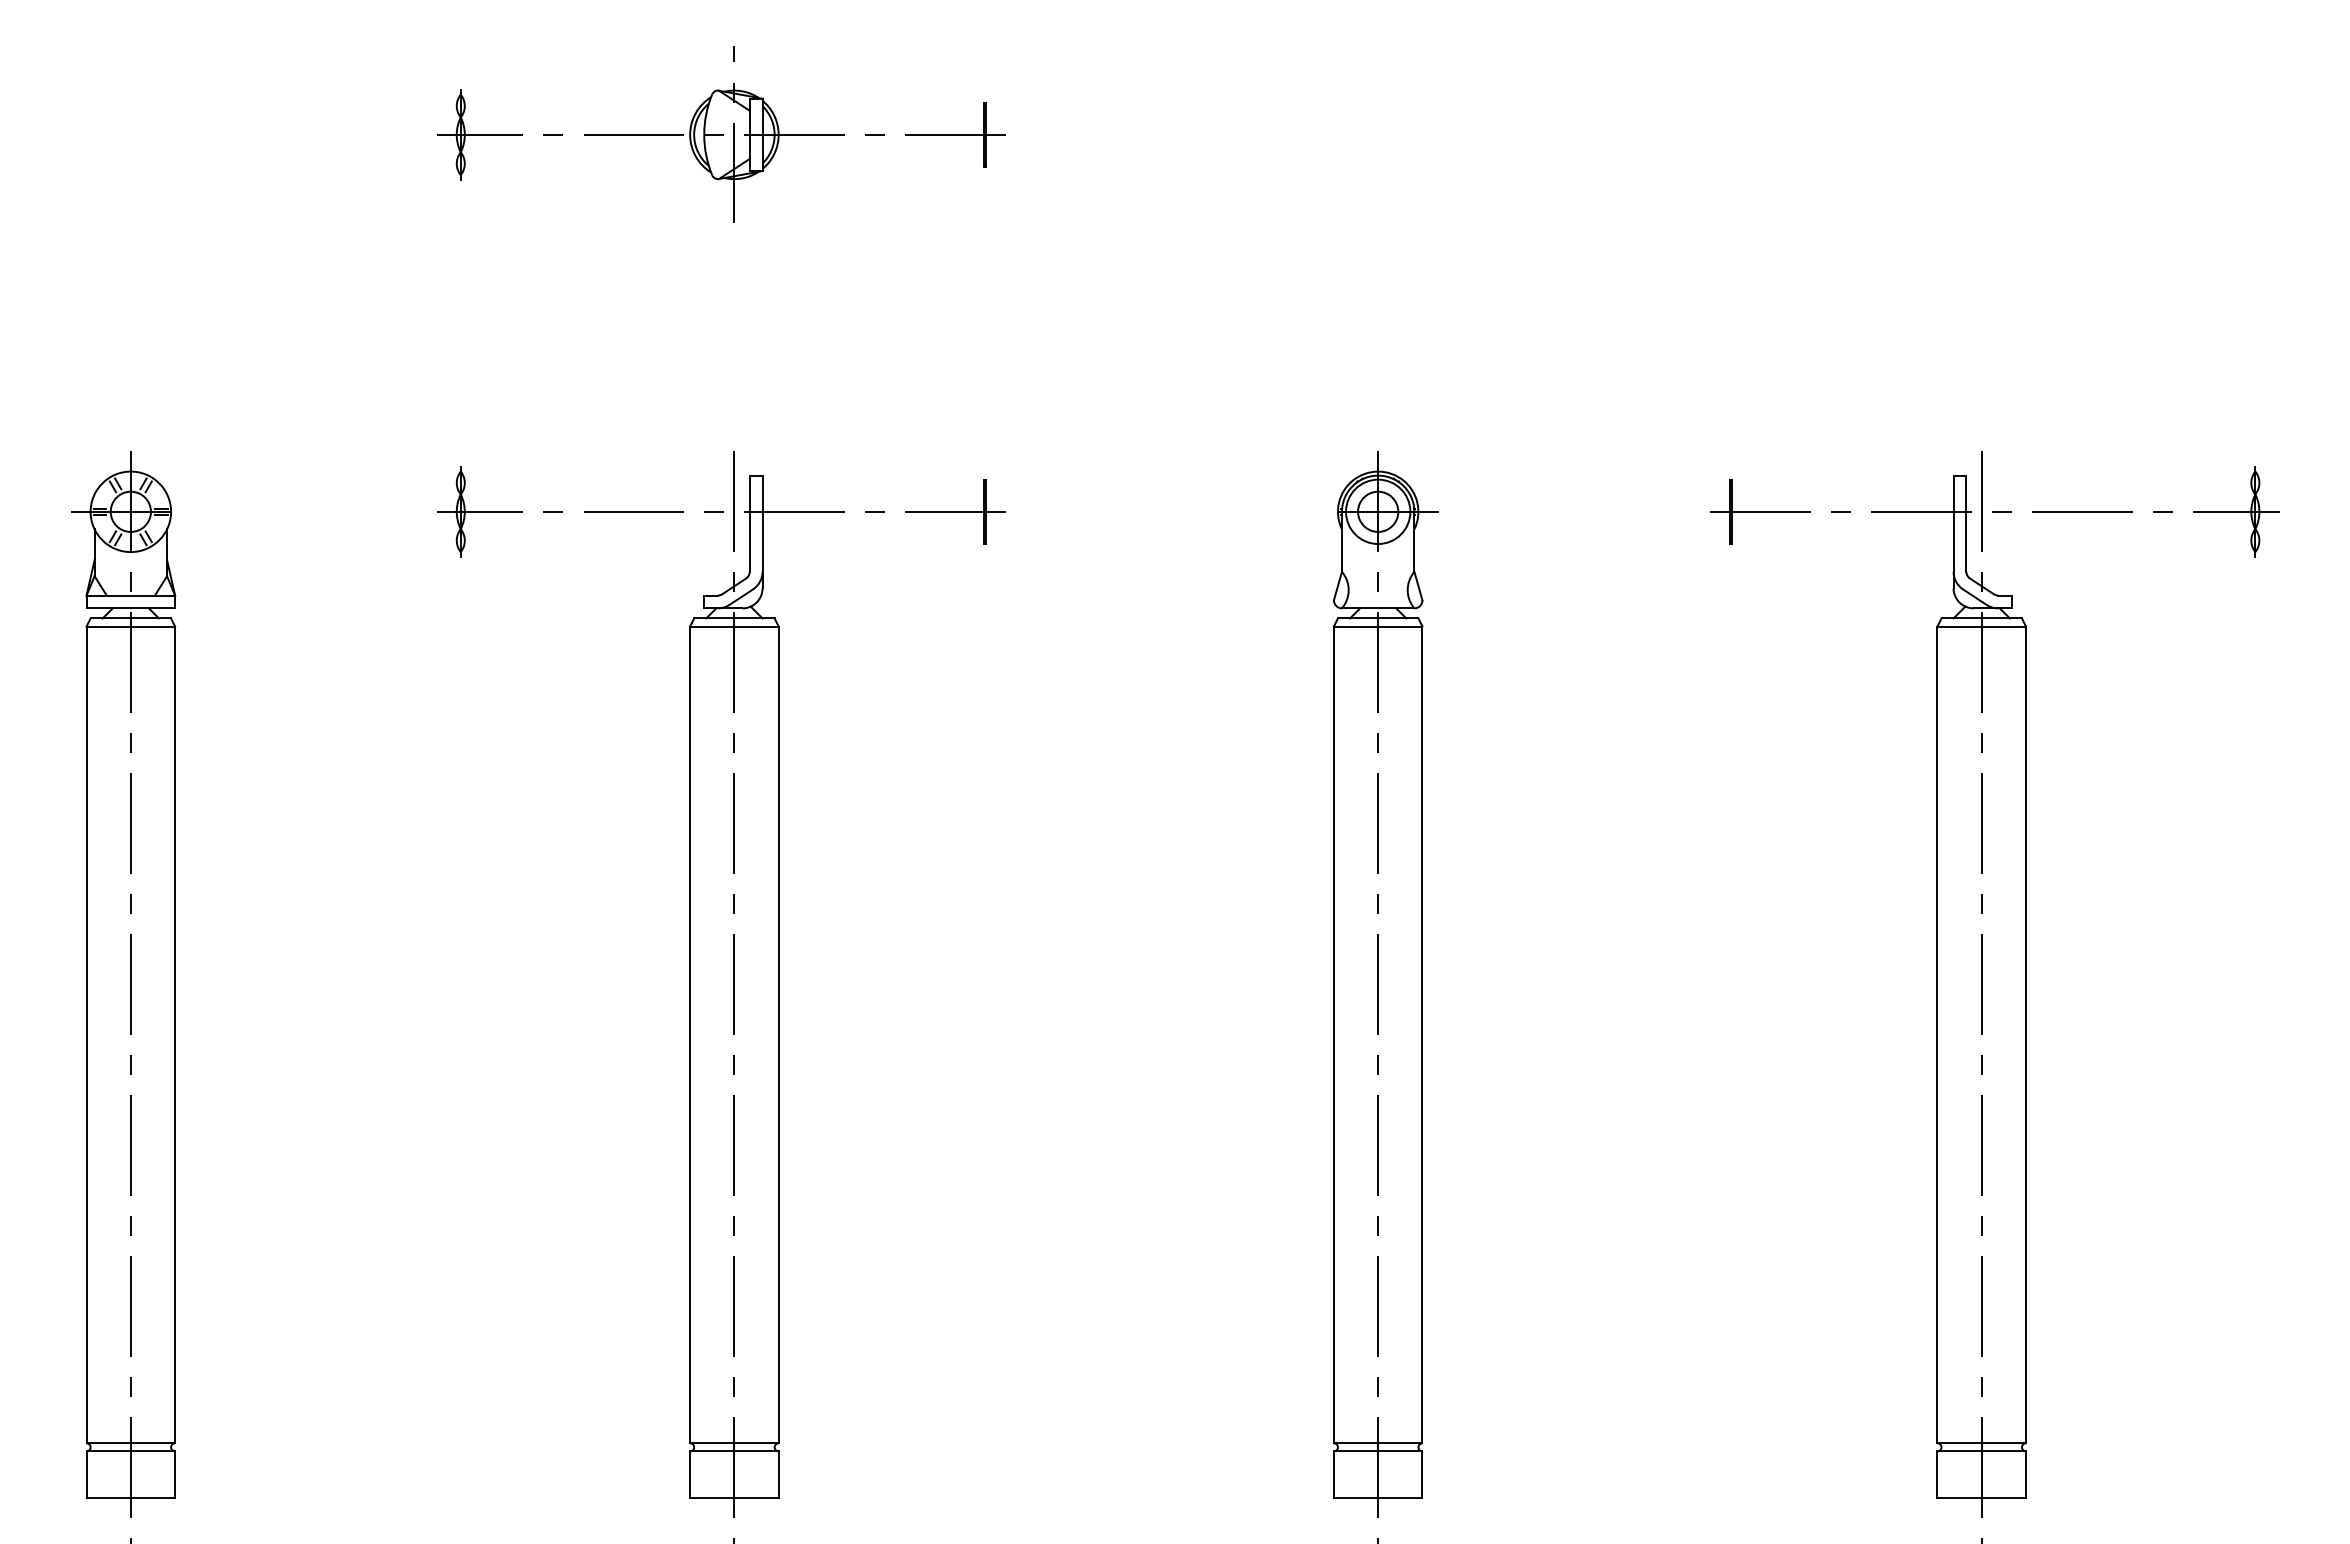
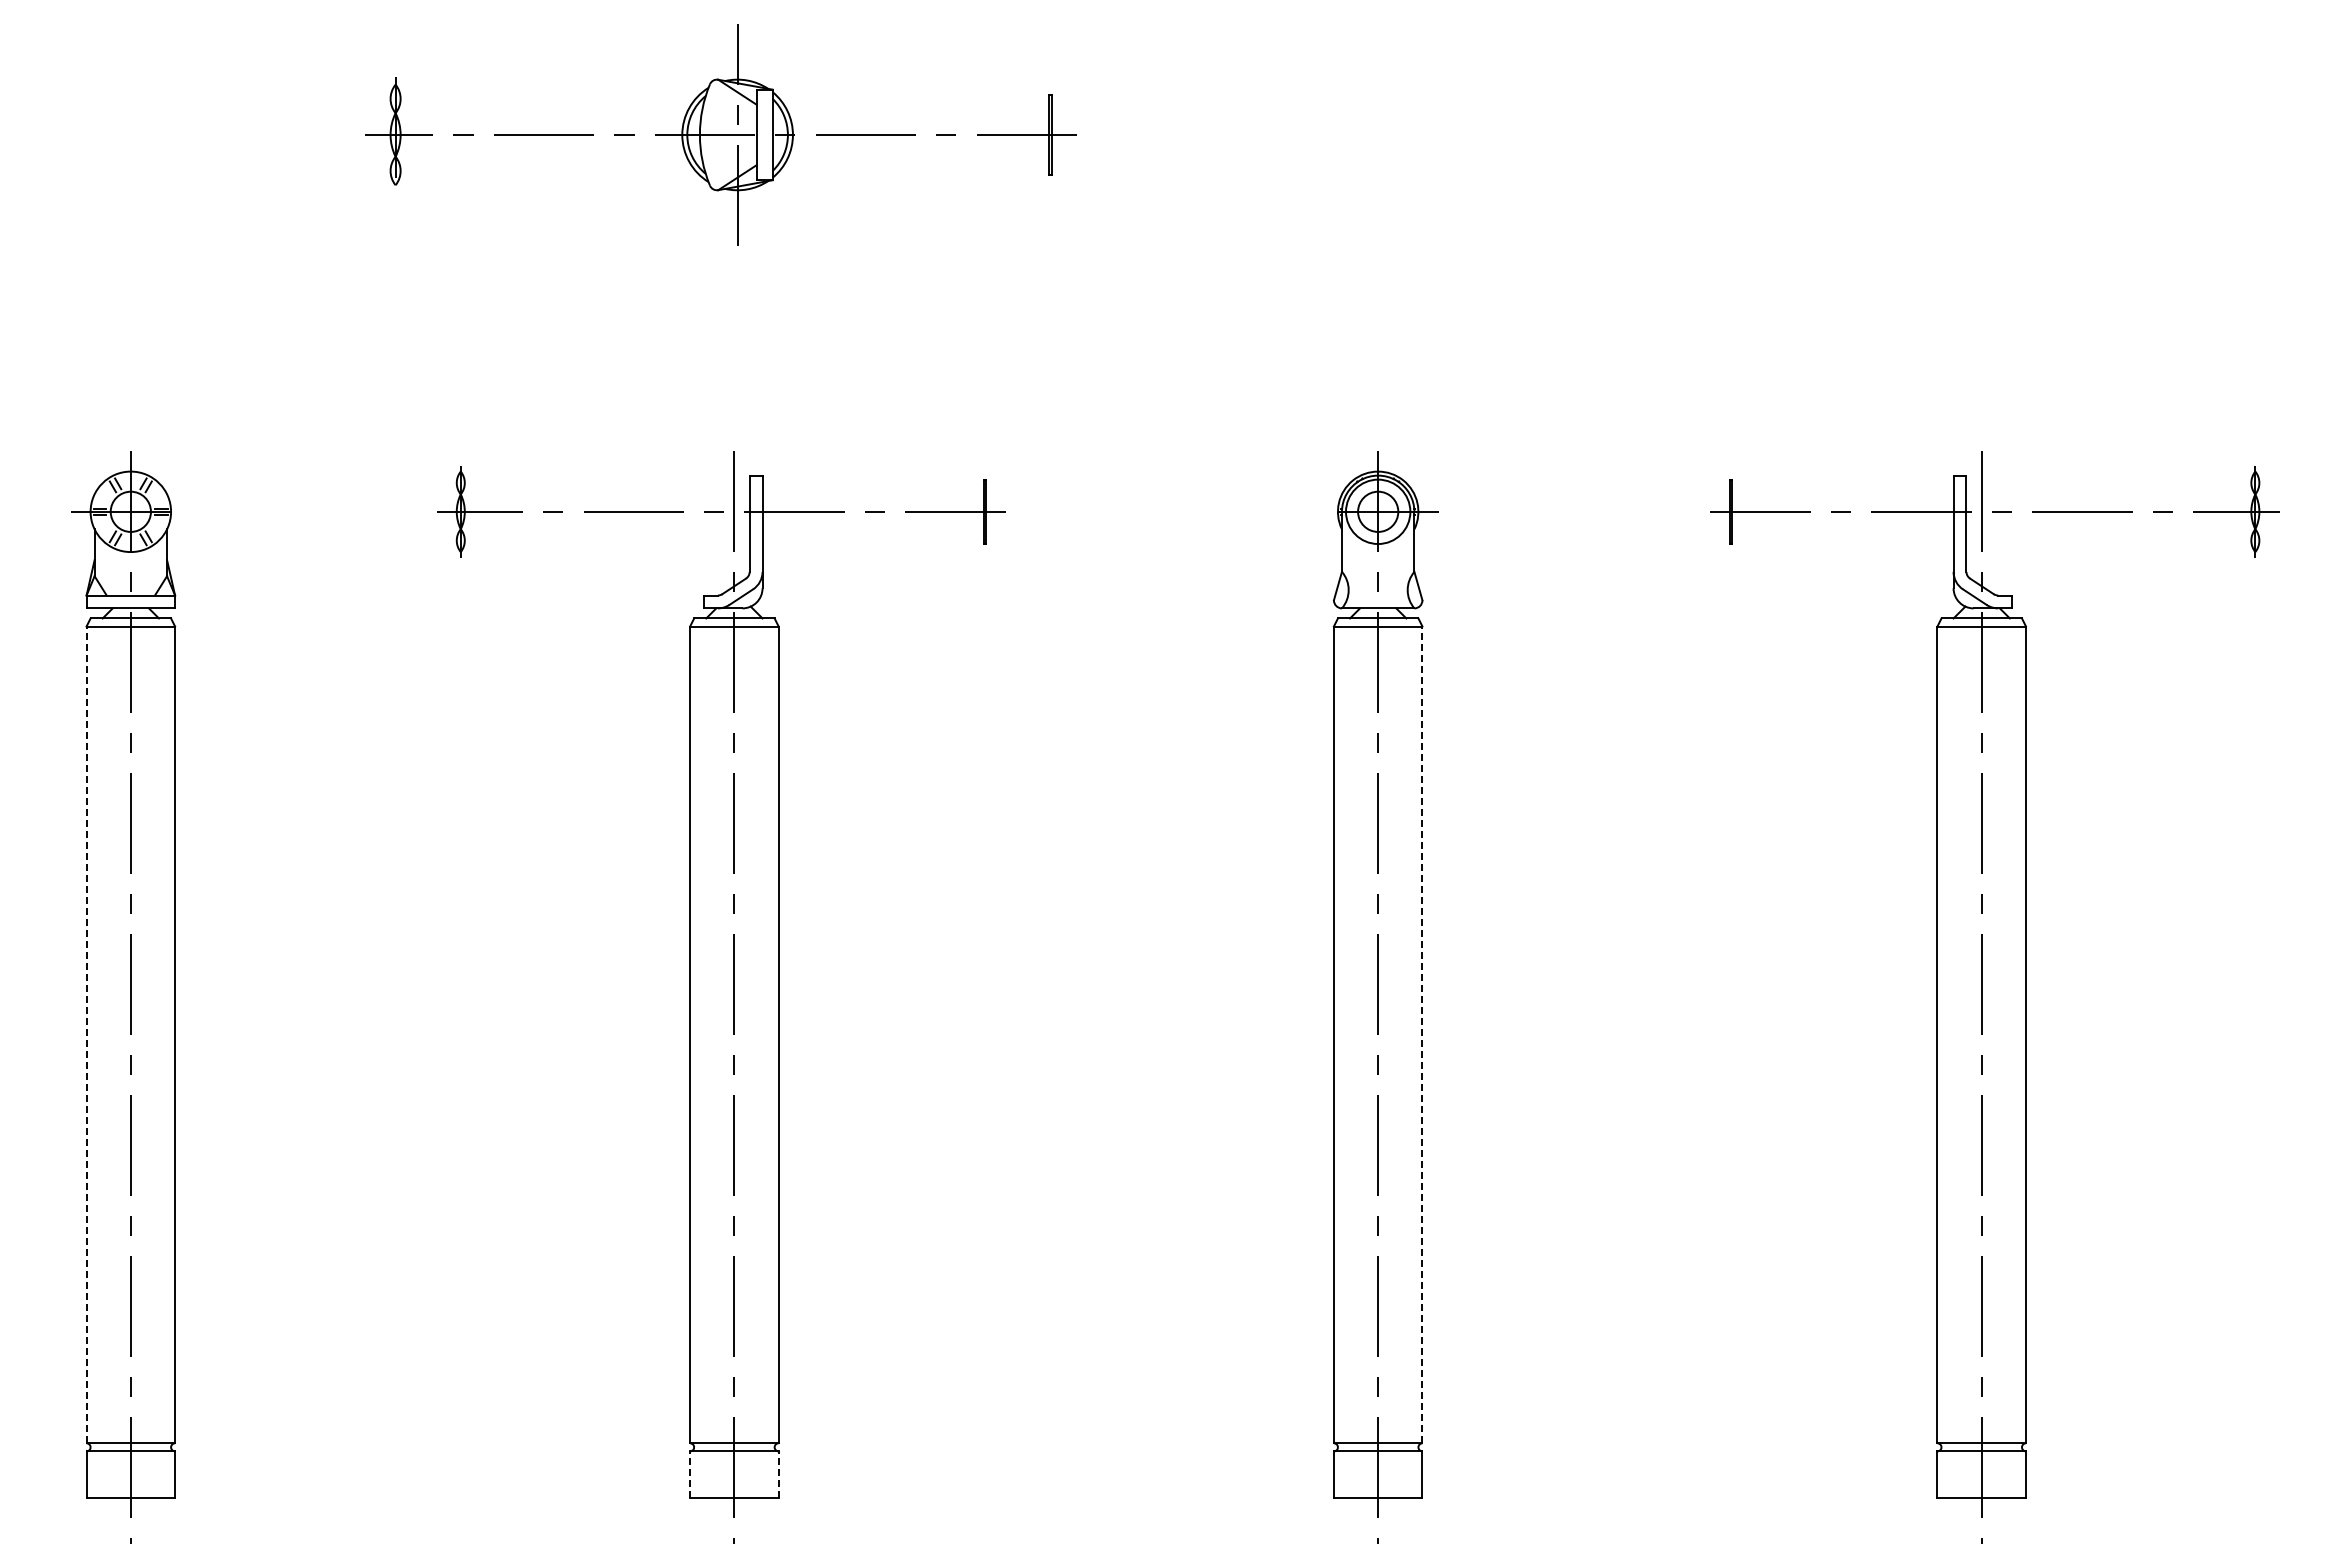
part at (721, 134) size: 569x177 px -> 712x222 px
line at (86, 1034): solid -> dashed
line at (1422, 1034): solid -> dashed
line at (690, 1474): solid -> dashed
line at (778, 1474): solid -> dashed
